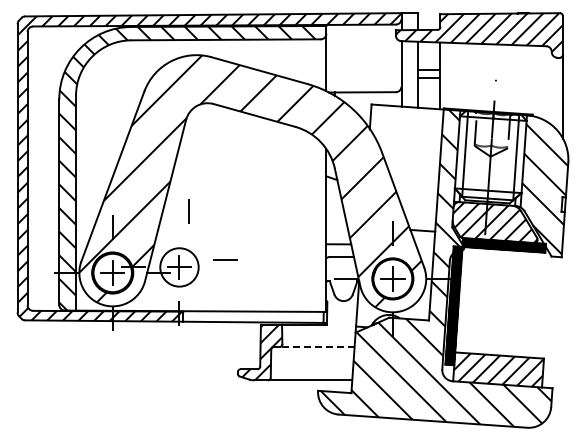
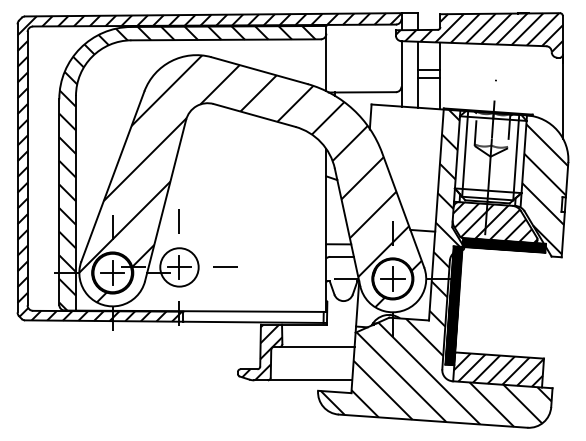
line at (188, 211) position: (188, 211) -> (178, 221)
line at (225, 259) position: (225, 259) -> (225, 266)
line at (317, 347): dashed -> solid
